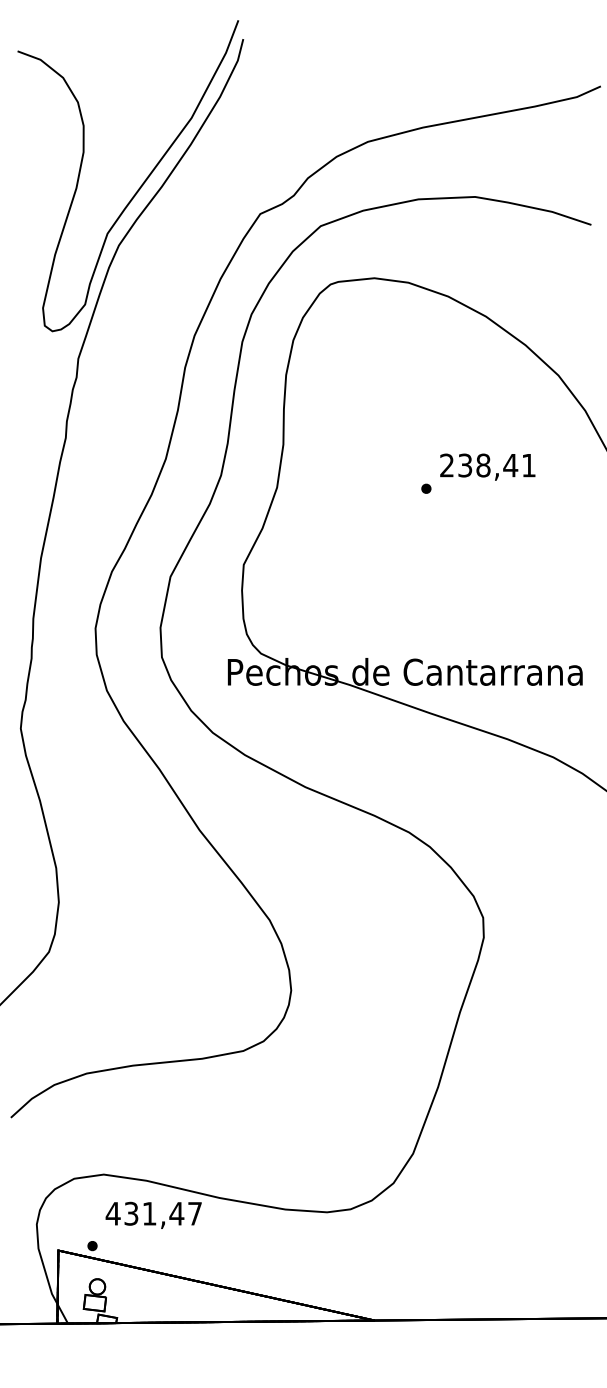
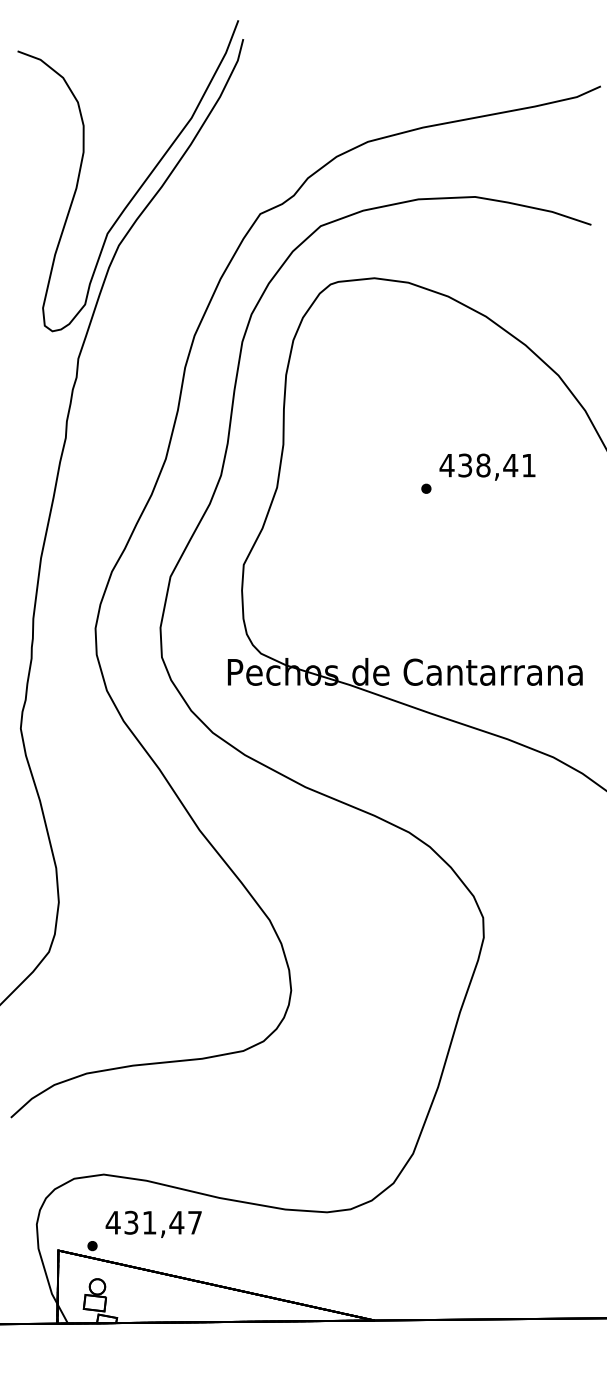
text at (446, 465): 238,41 -> 438,41
text at (153, 1214) position: (153, 1214) -> (153, 1223)
